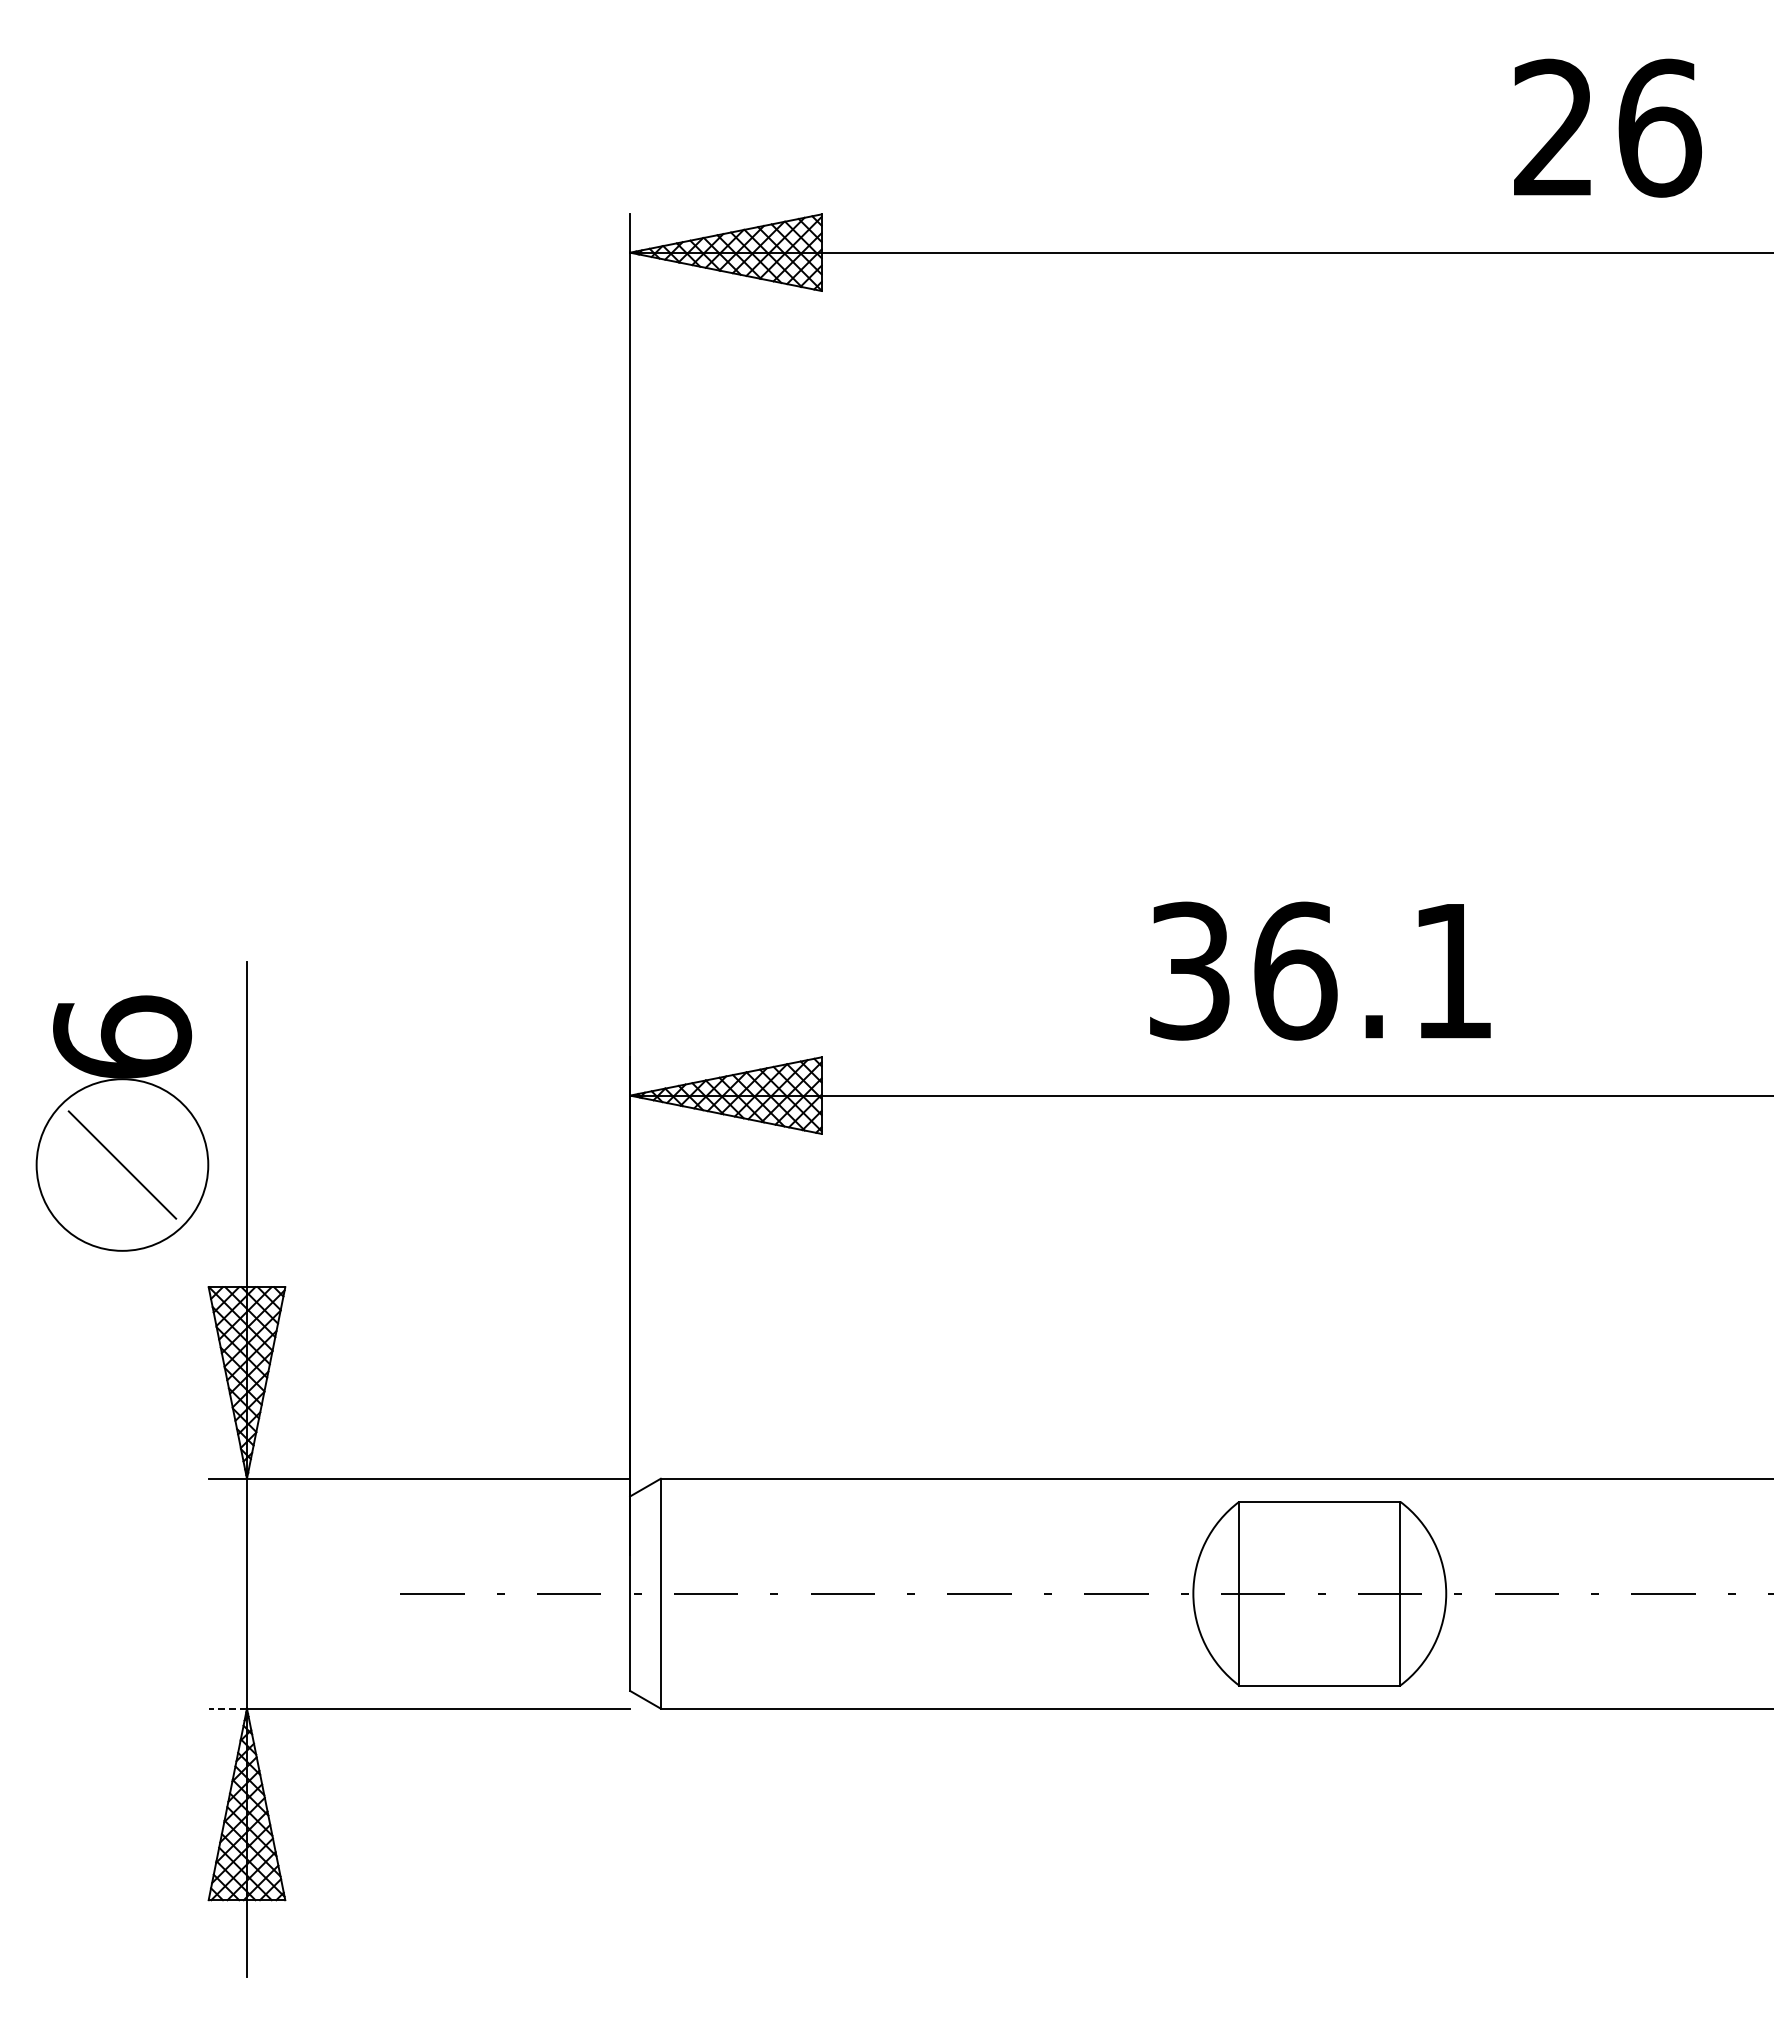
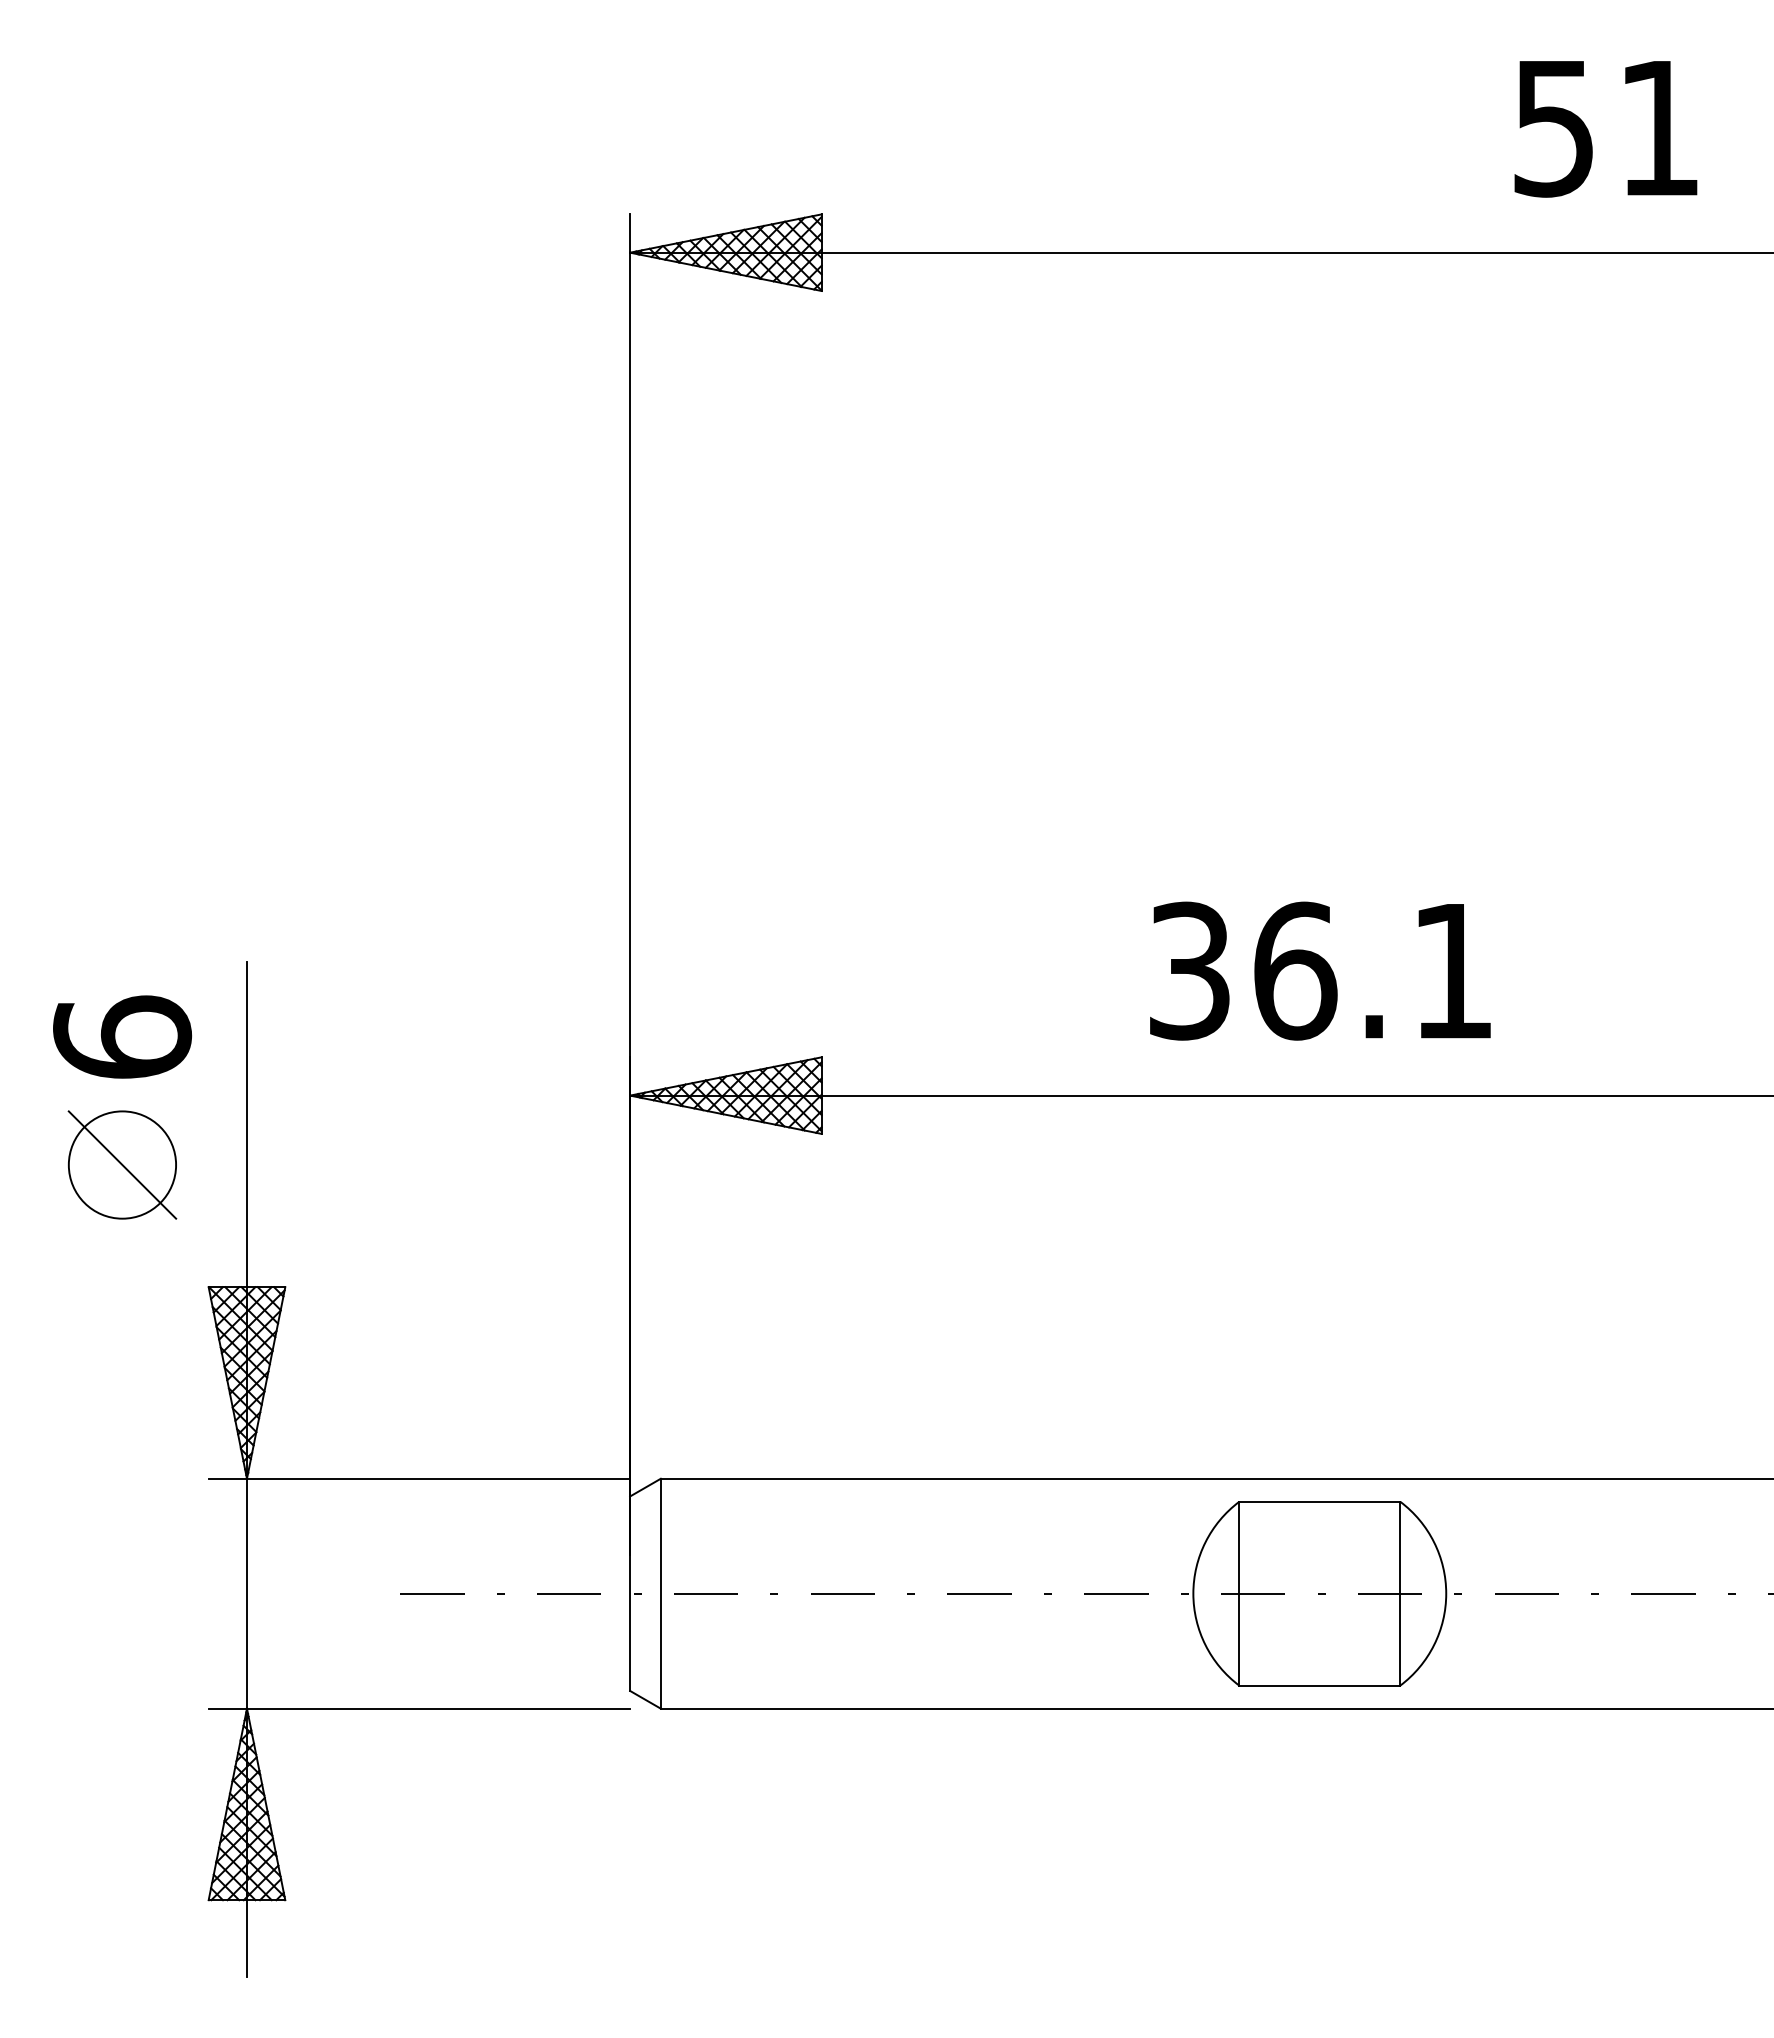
text at (1608, 127): 26 -> 51
circle at (122, 1164) diameter: 172 px -> 107 px
line at (227, 1708): dashed -> solid
